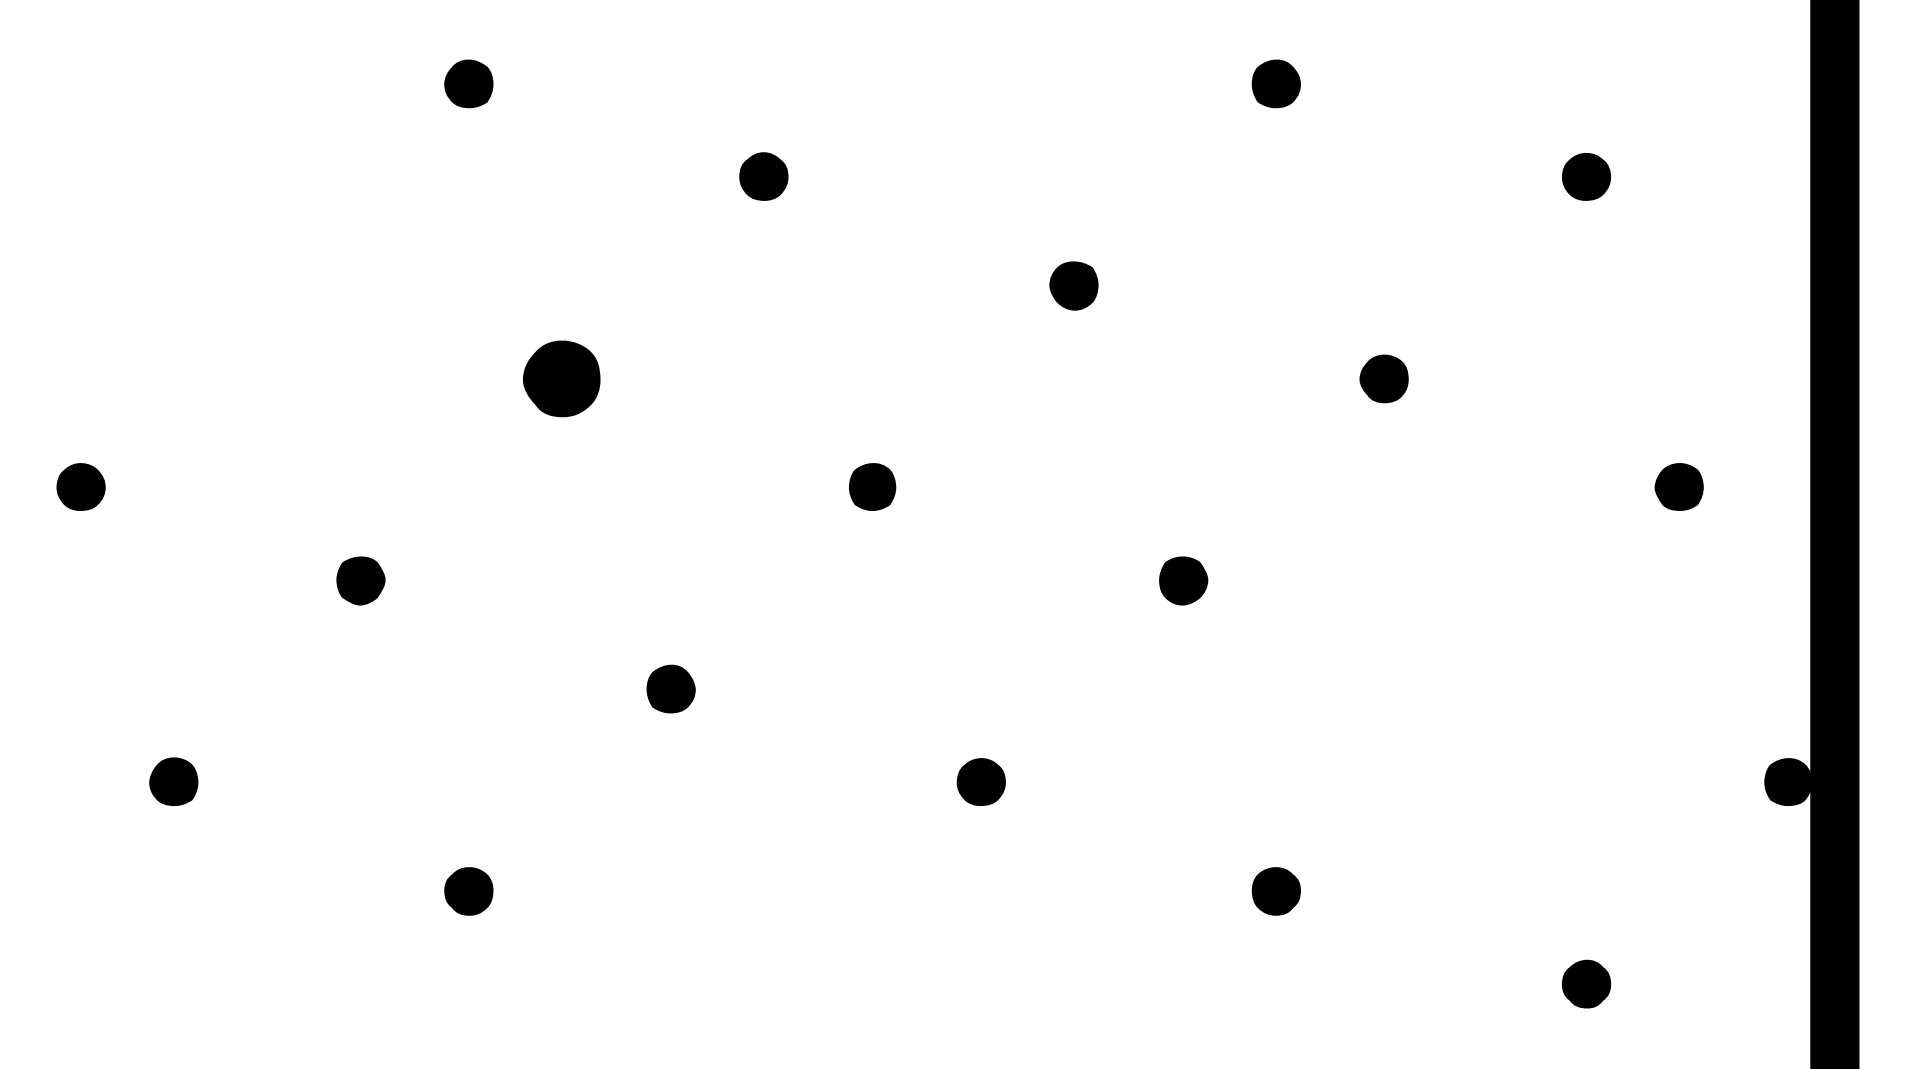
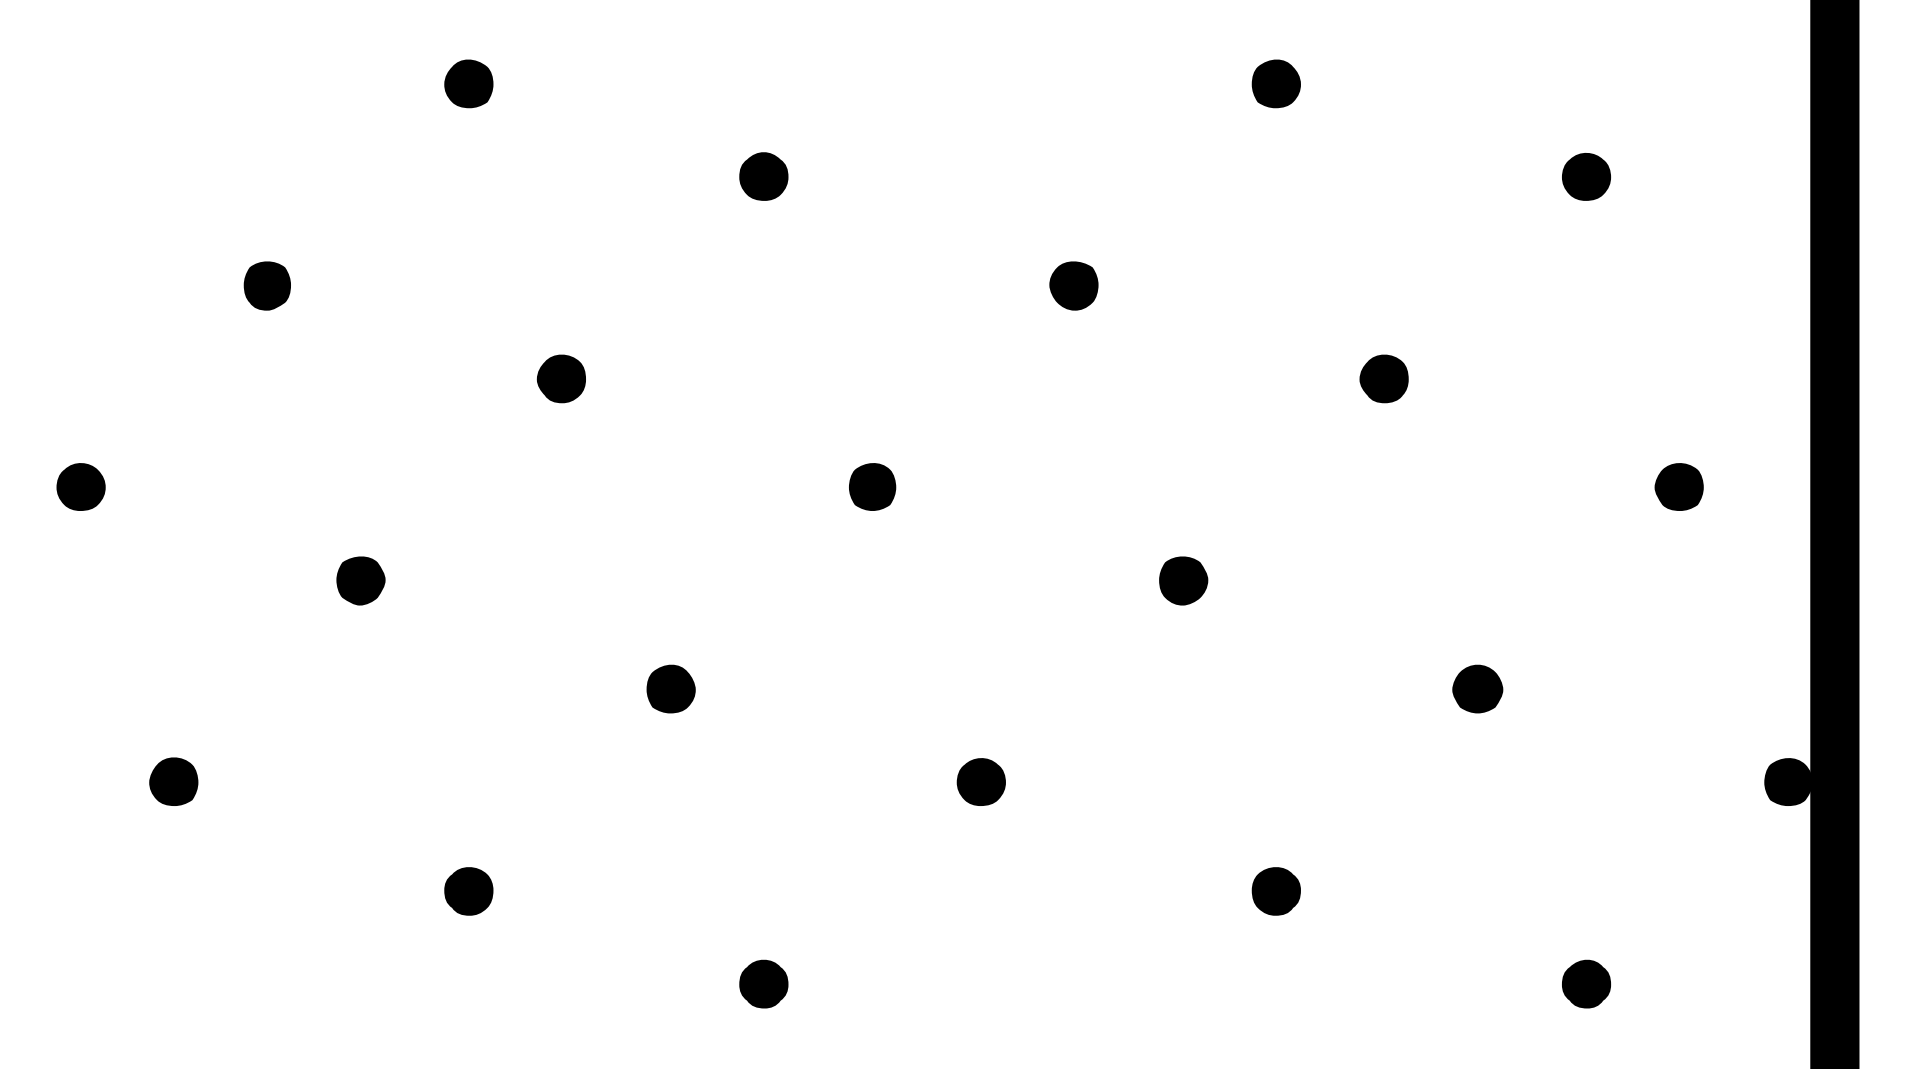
part at (266, 285): none -> present
part at (561, 378) size: 78x78 px -> 50x50 px
part at (1477, 688): none -> present
part at (763, 983): none -> present
